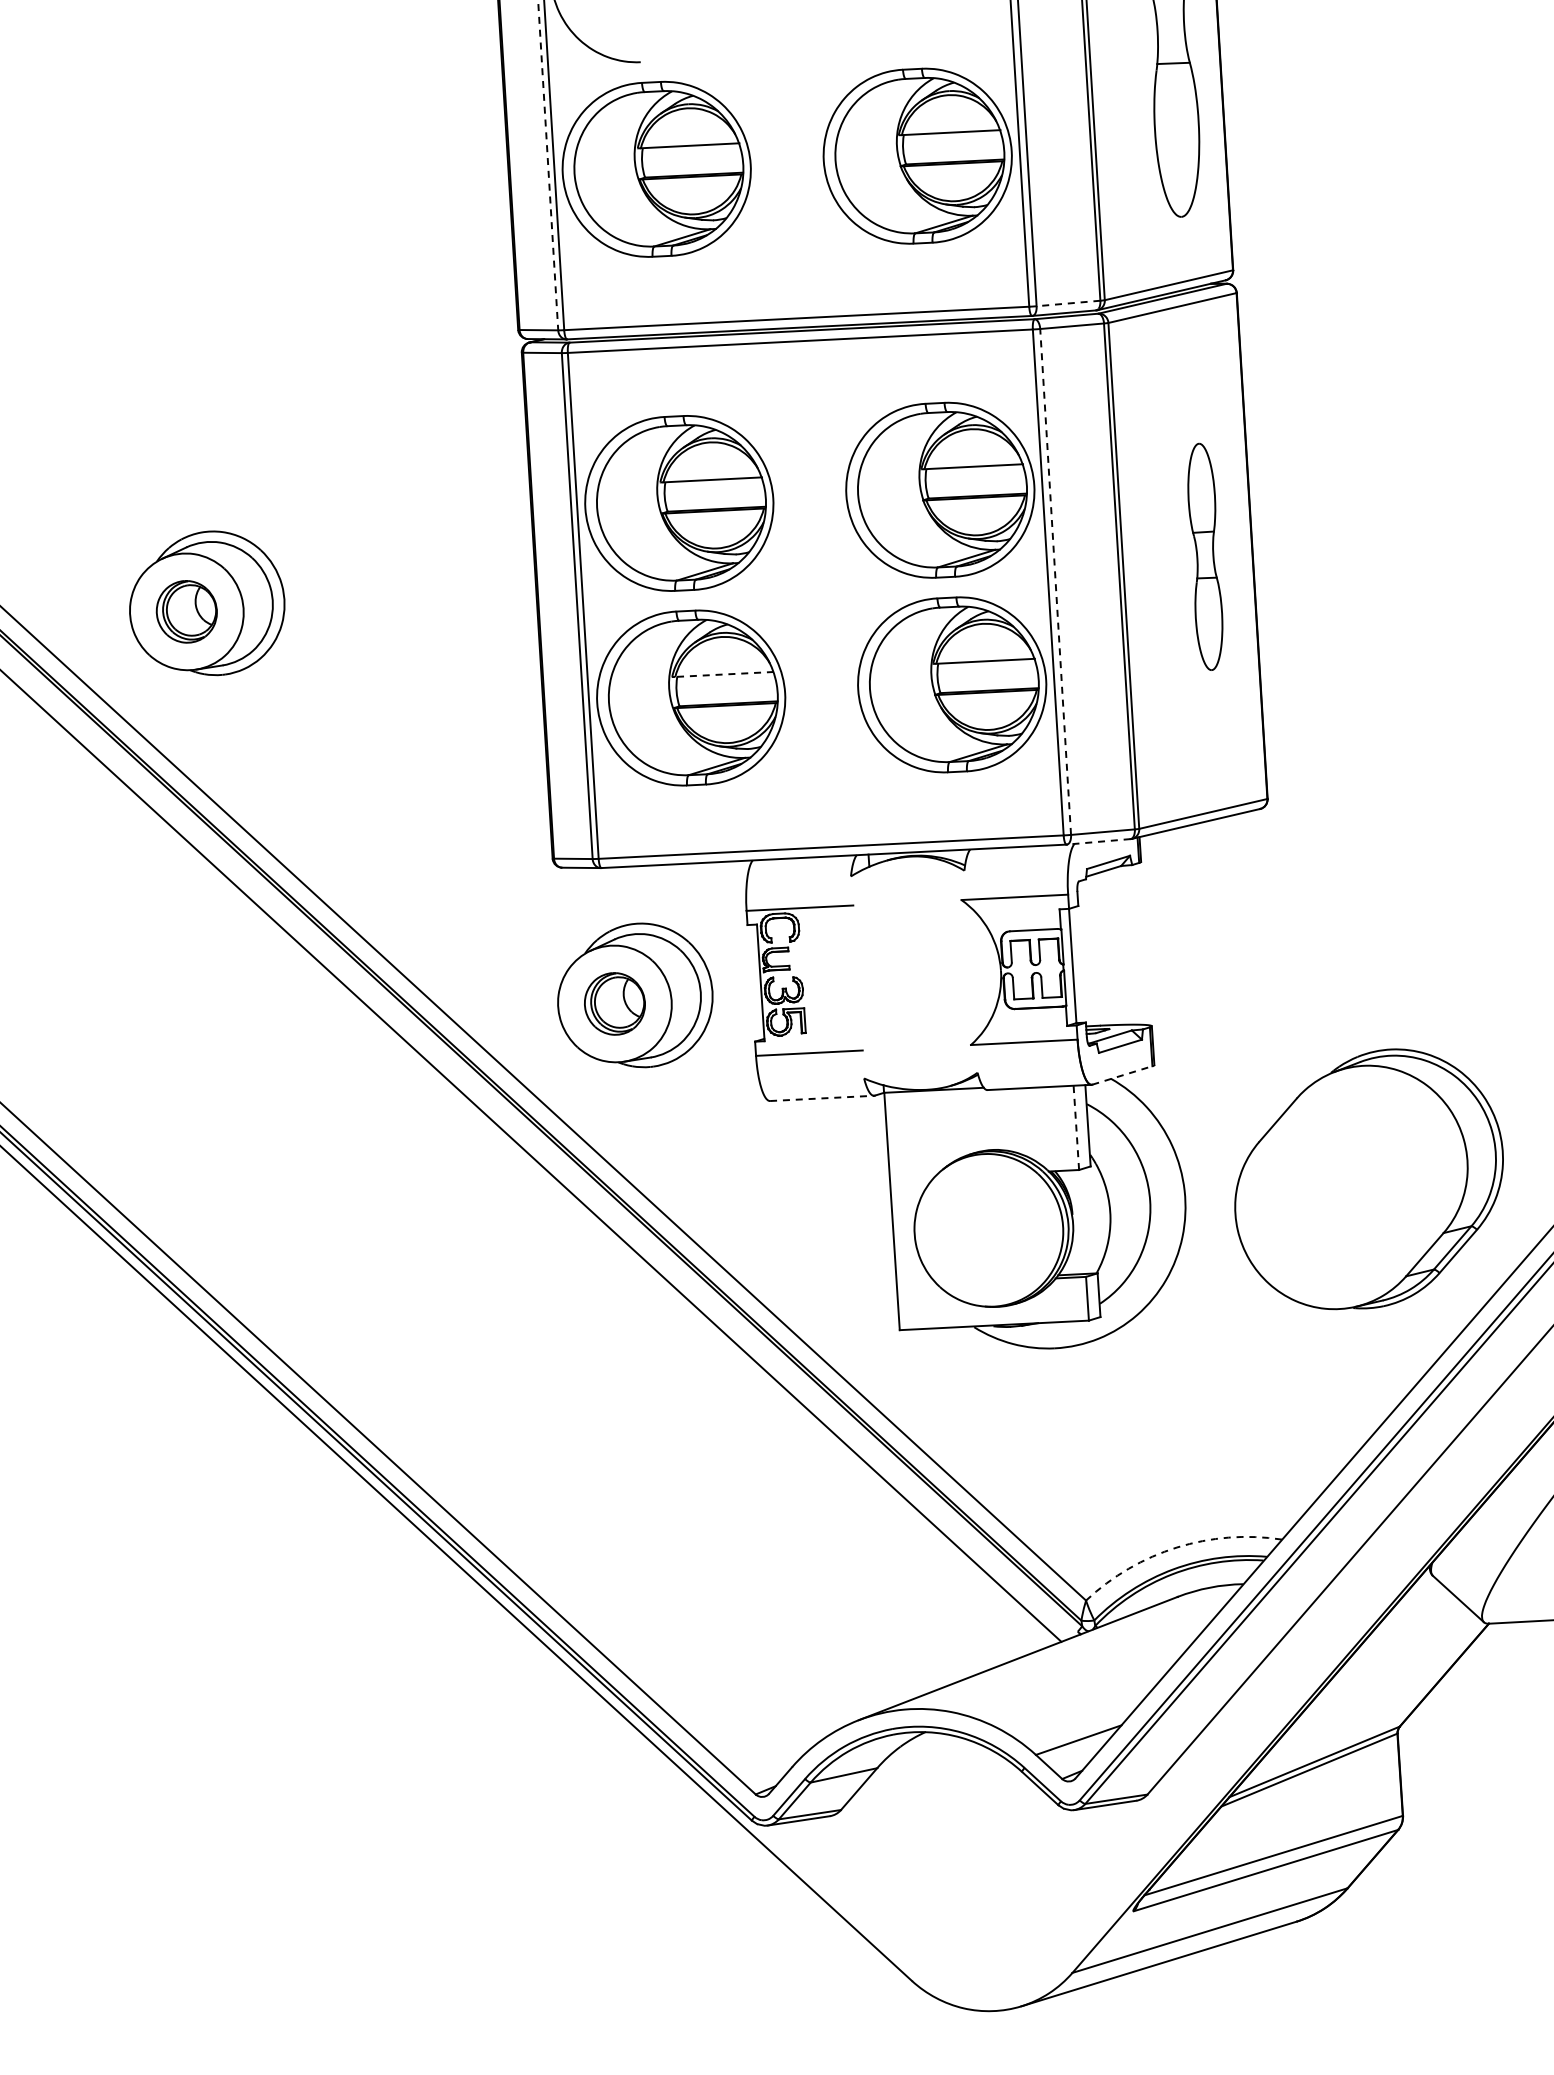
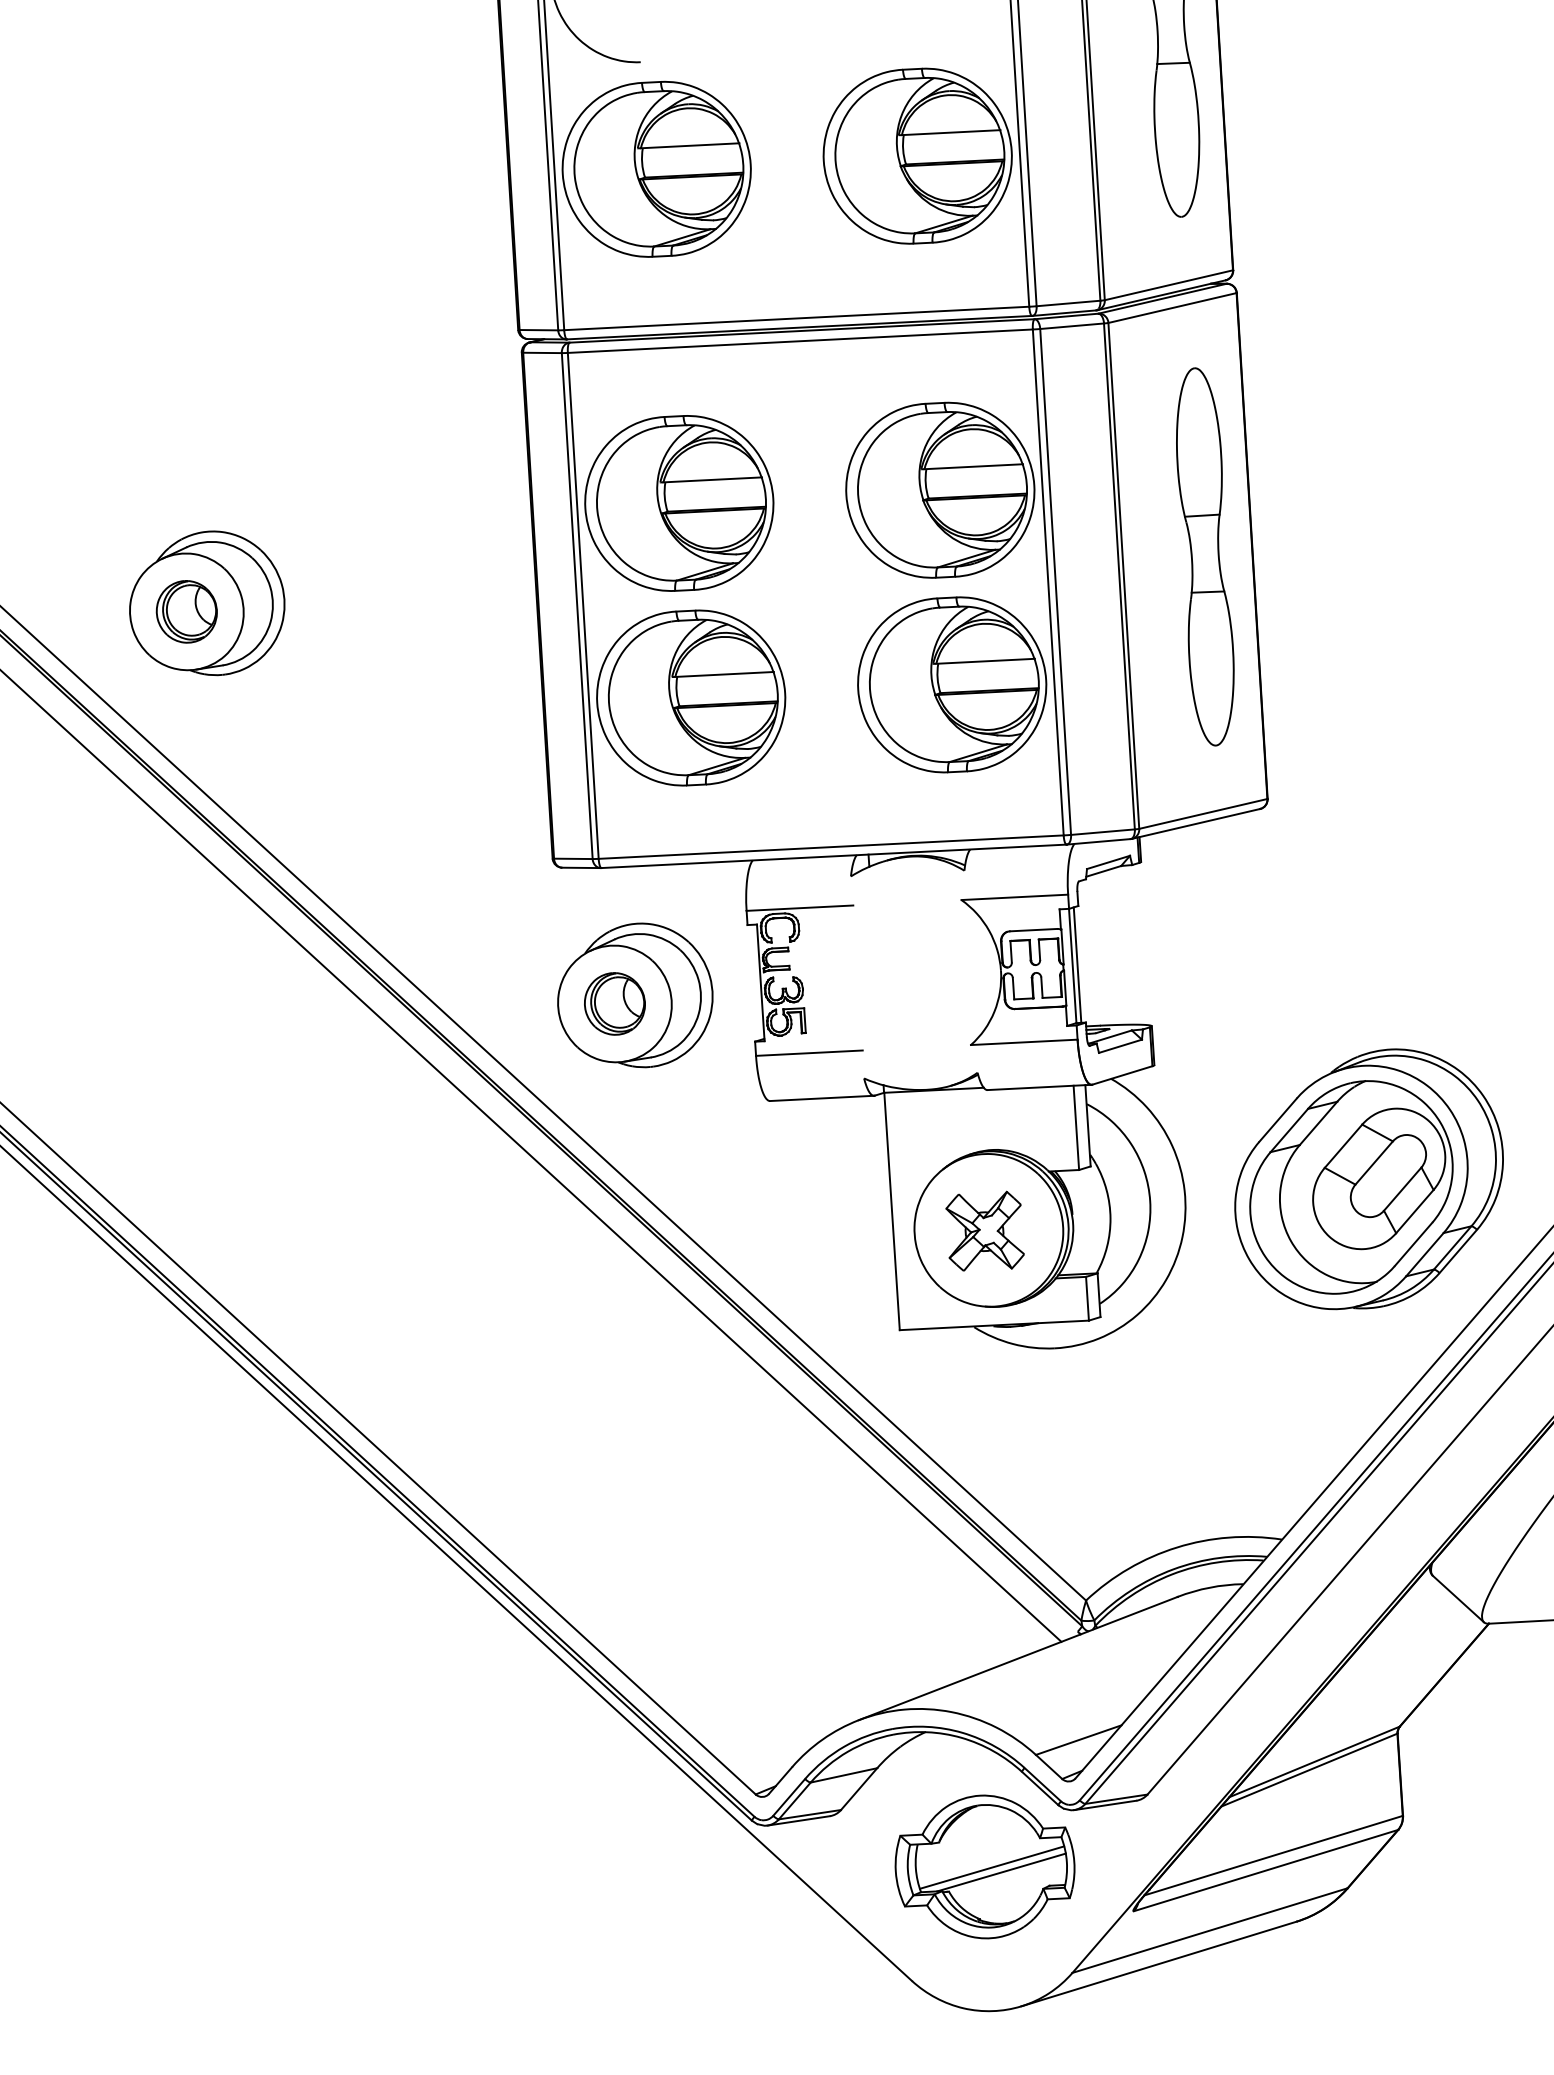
line at (548, 165): dashed -> solid
line at (1068, 303): dashed -> solid
part at (1205, 556) size: 37x229 px -> 59x380 px
line at (1055, 581): dashed -> solid
line at (724, 674): dashed -> solid
line at (1098, 841): dashed -> solid
line at (1077, 964): none -> present
line at (1122, 1075): dashed -> solid
line at (822, 1098): dashed -> solid
line at (1076, 1127): dashed -> solid
part at (1351, 1187): none -> present
part at (984, 1230): none -> present
arc at (1176, 1547): dashed -> solid
part at (984, 1866): none -> present
